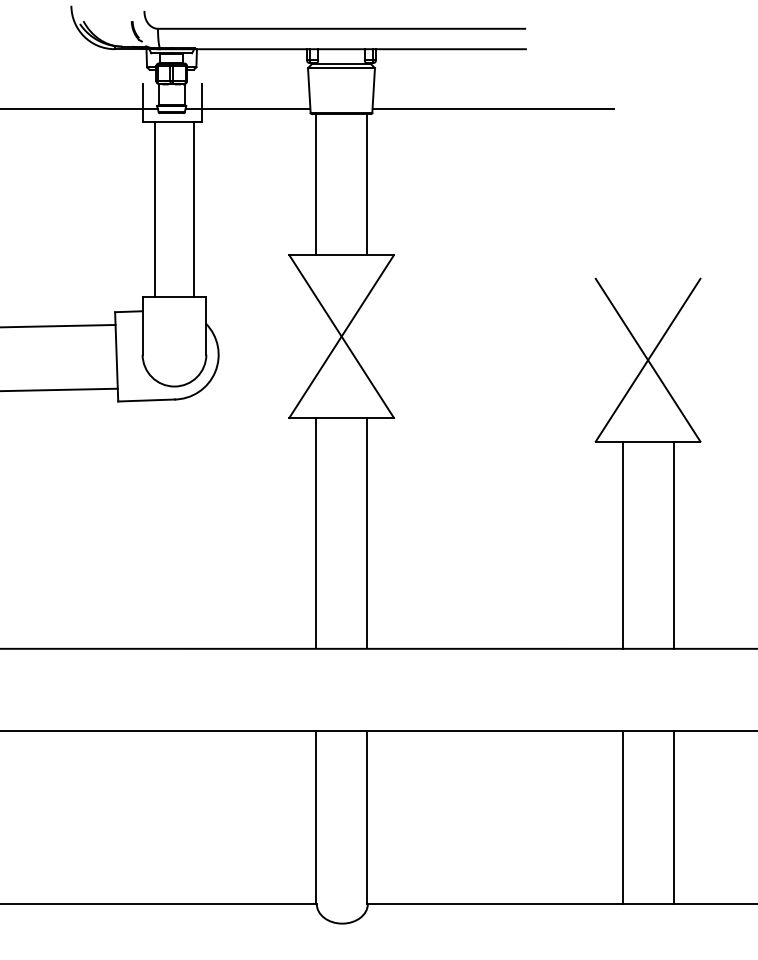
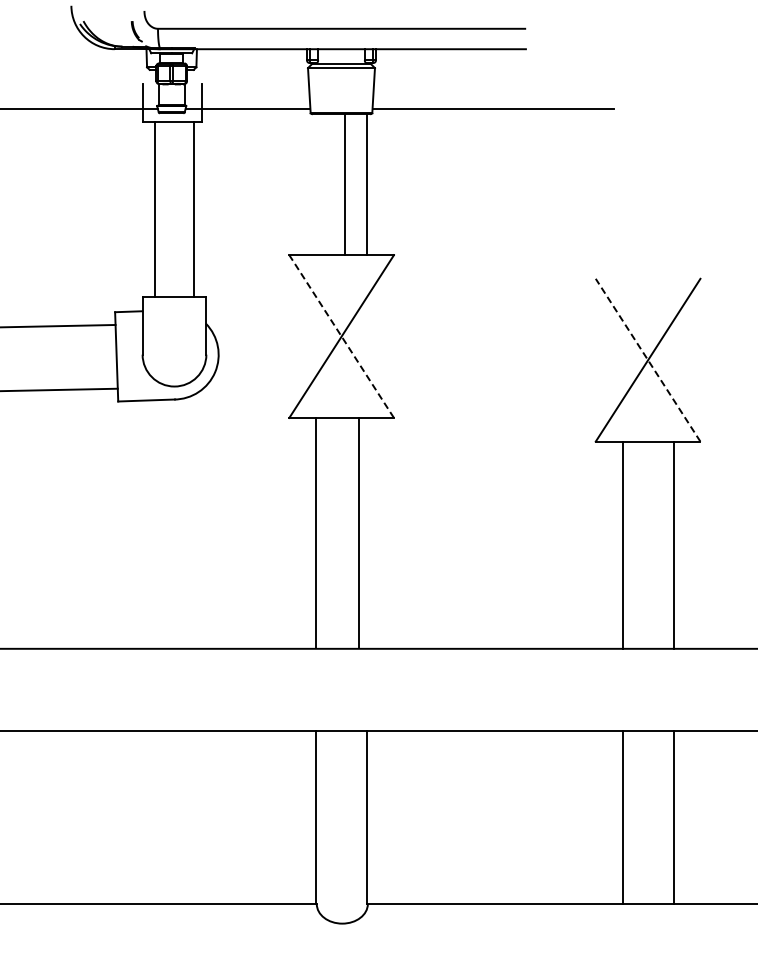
line at (316, 184) position: (316, 184) -> (345, 184)
line at (341, 336): solid -> dashed
line at (648, 360): solid -> dashed
line at (367, 532) position: (367, 532) -> (359, 532)
